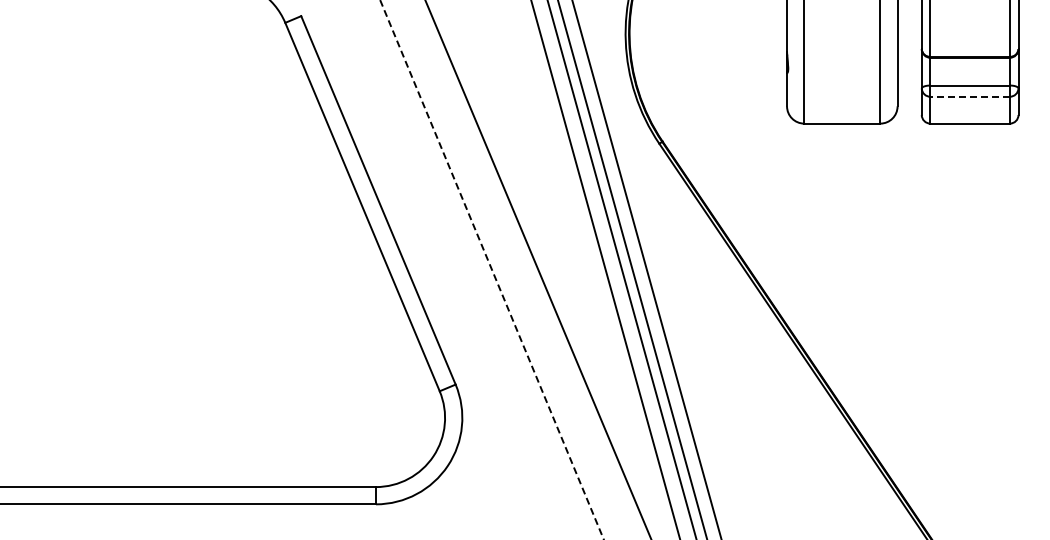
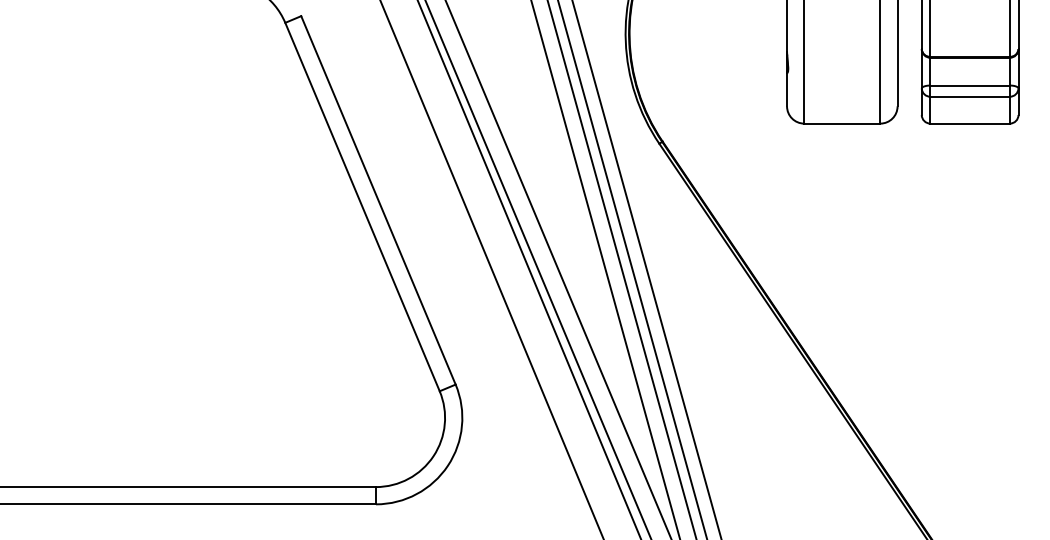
line at (970, 96): dashed -> solid
line at (492, 269): dashed -> solid
line at (528, 269): none -> present
line at (558, 269): none -> present
